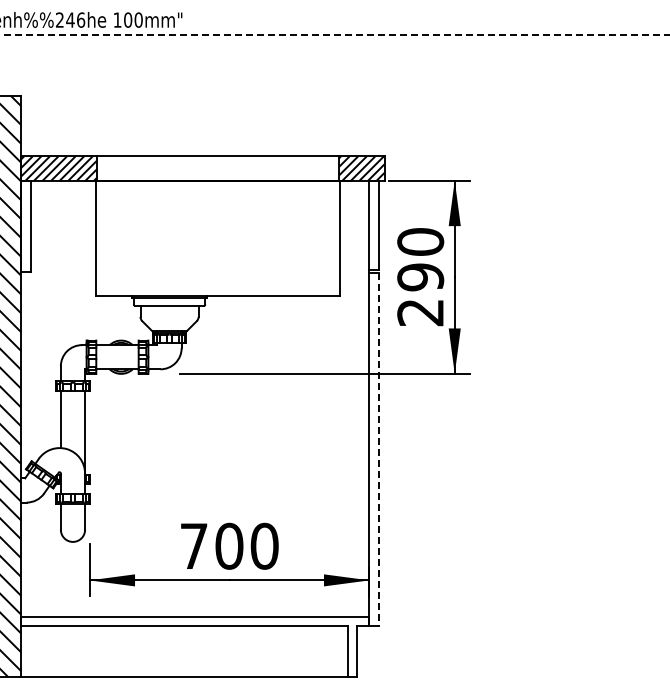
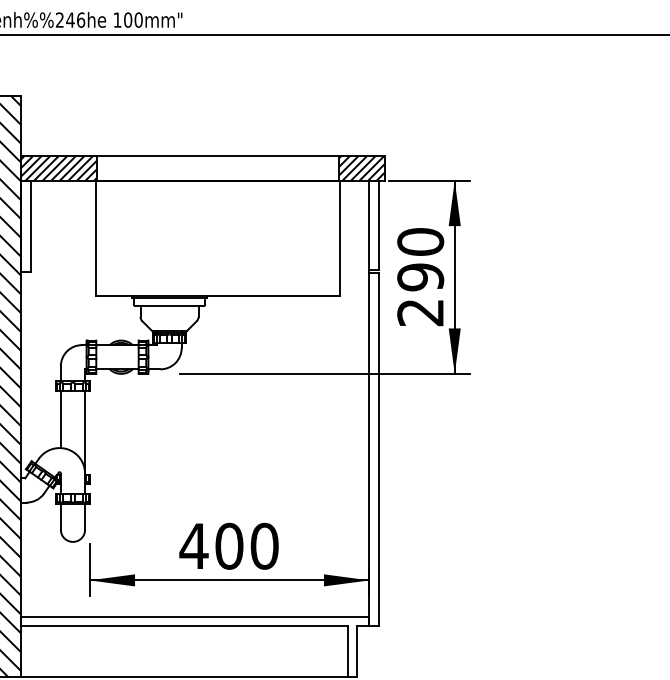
line at (334, 35): dashed -> solid
line at (379, 449): dashed -> solid
text at (193, 545): 700 -> 400
